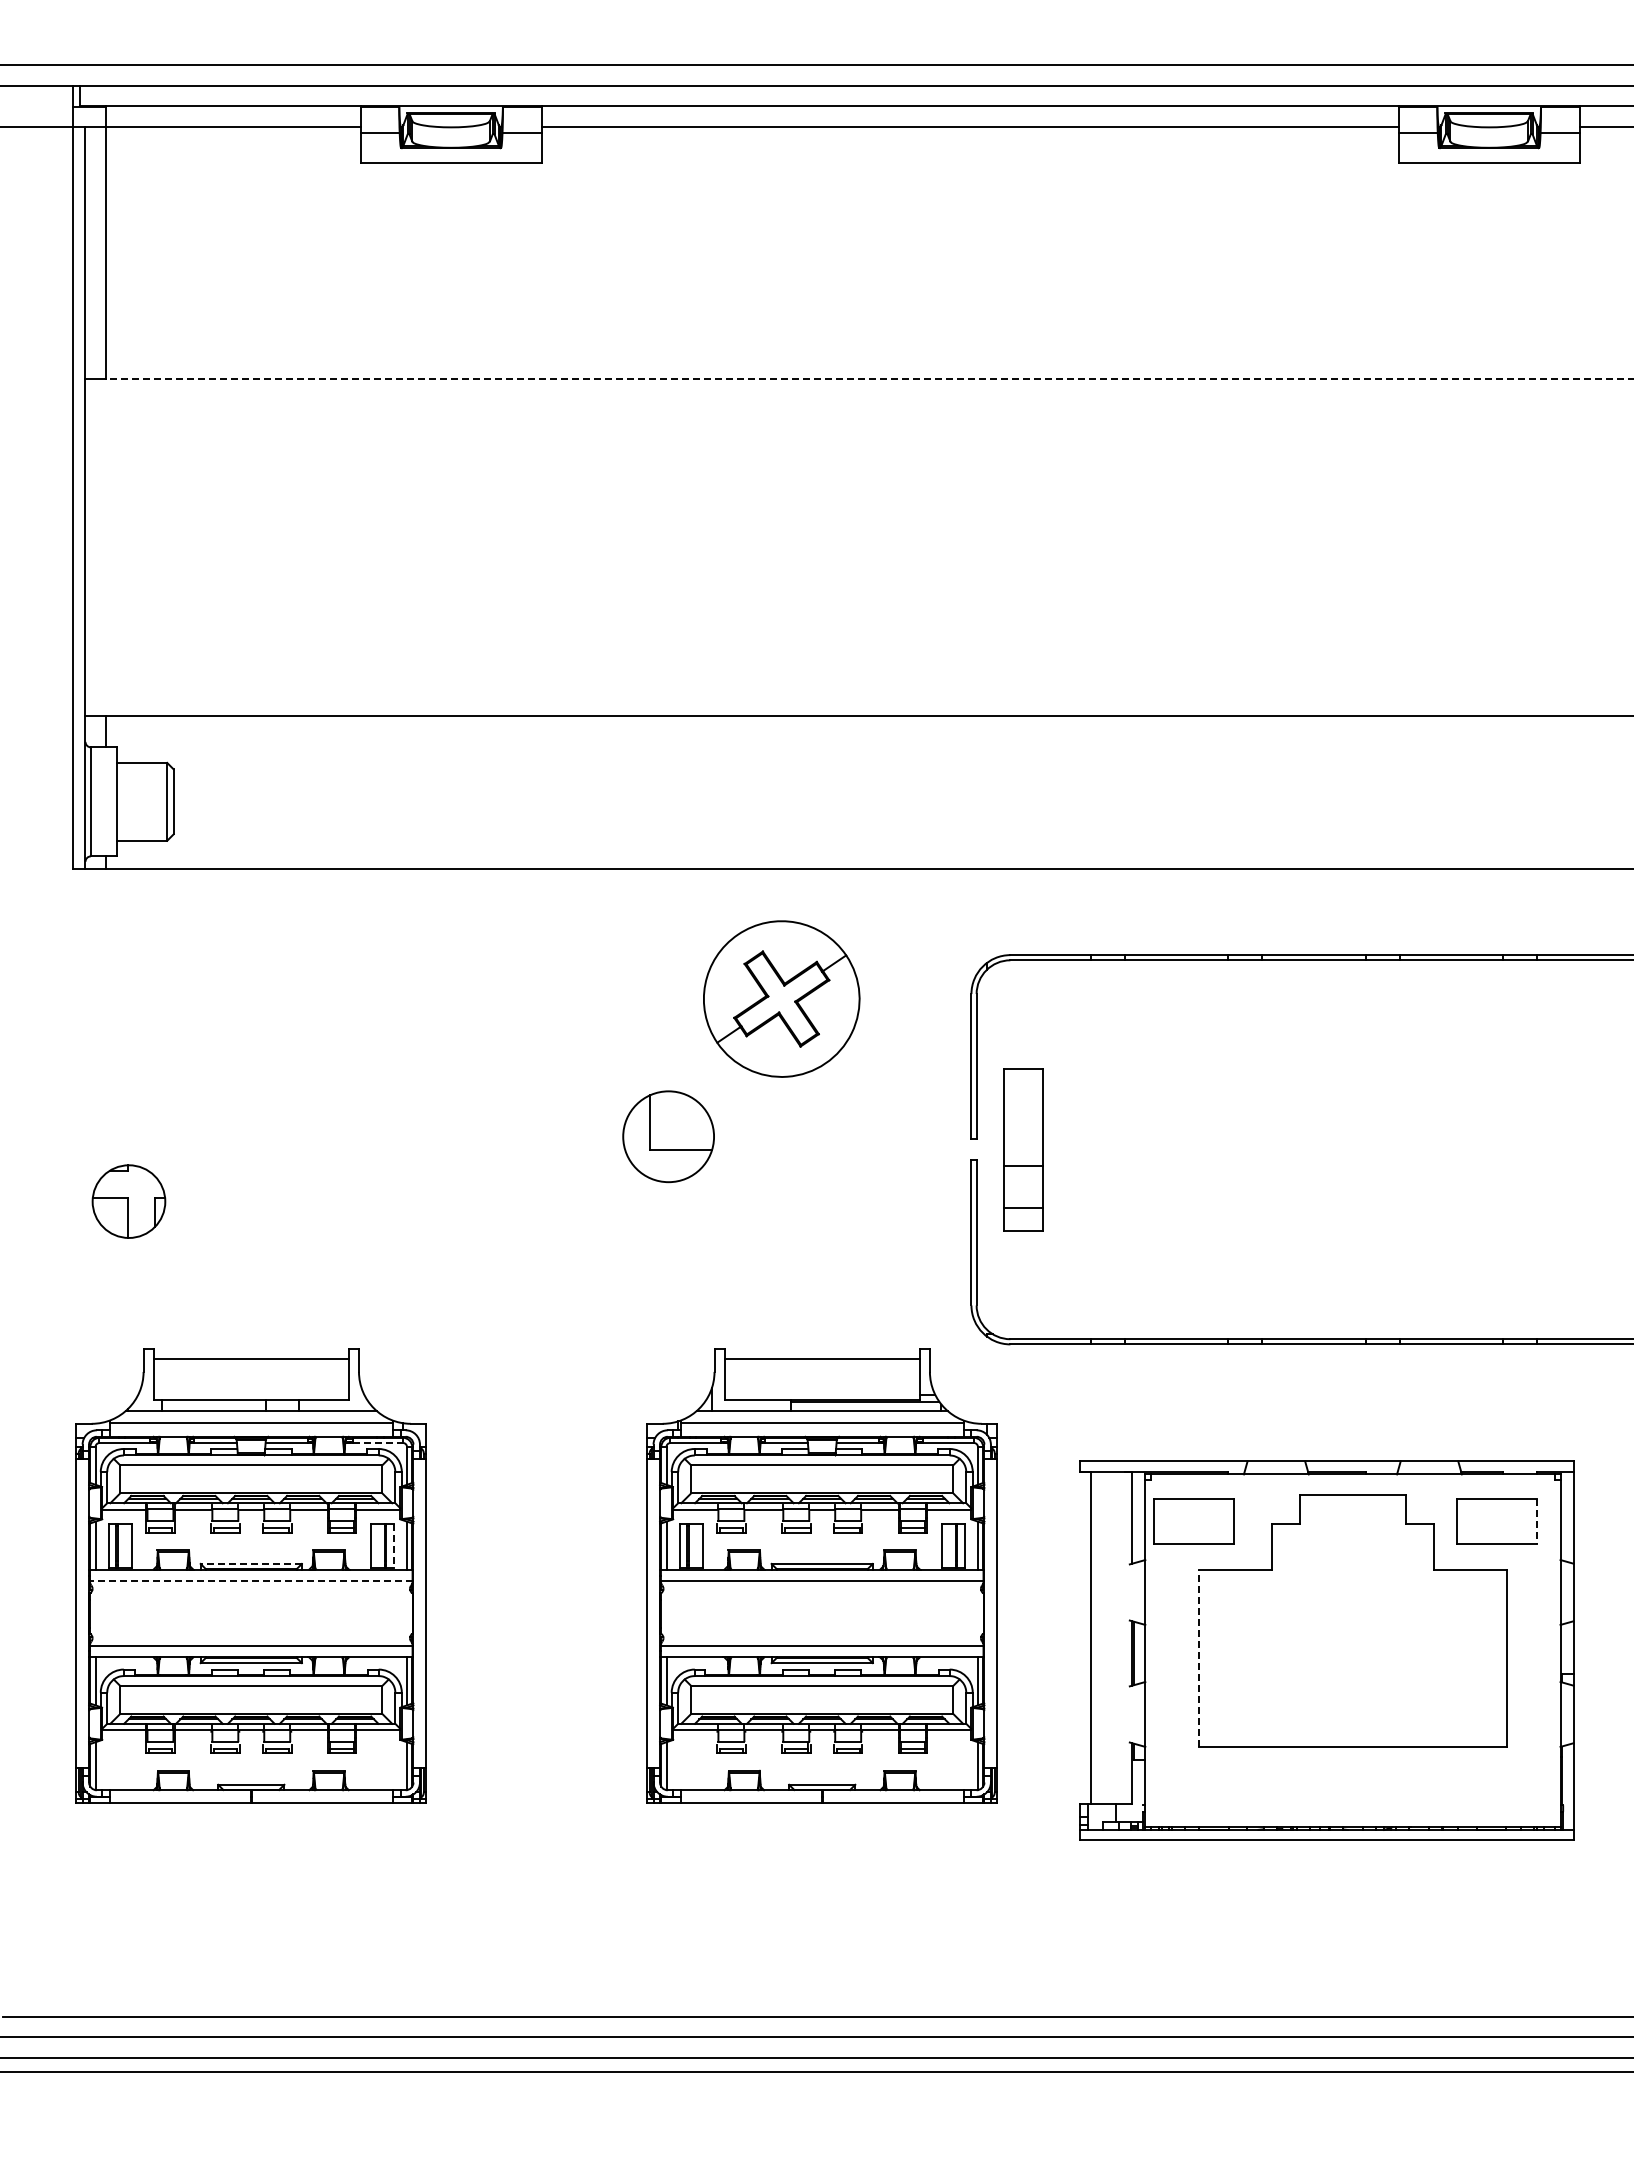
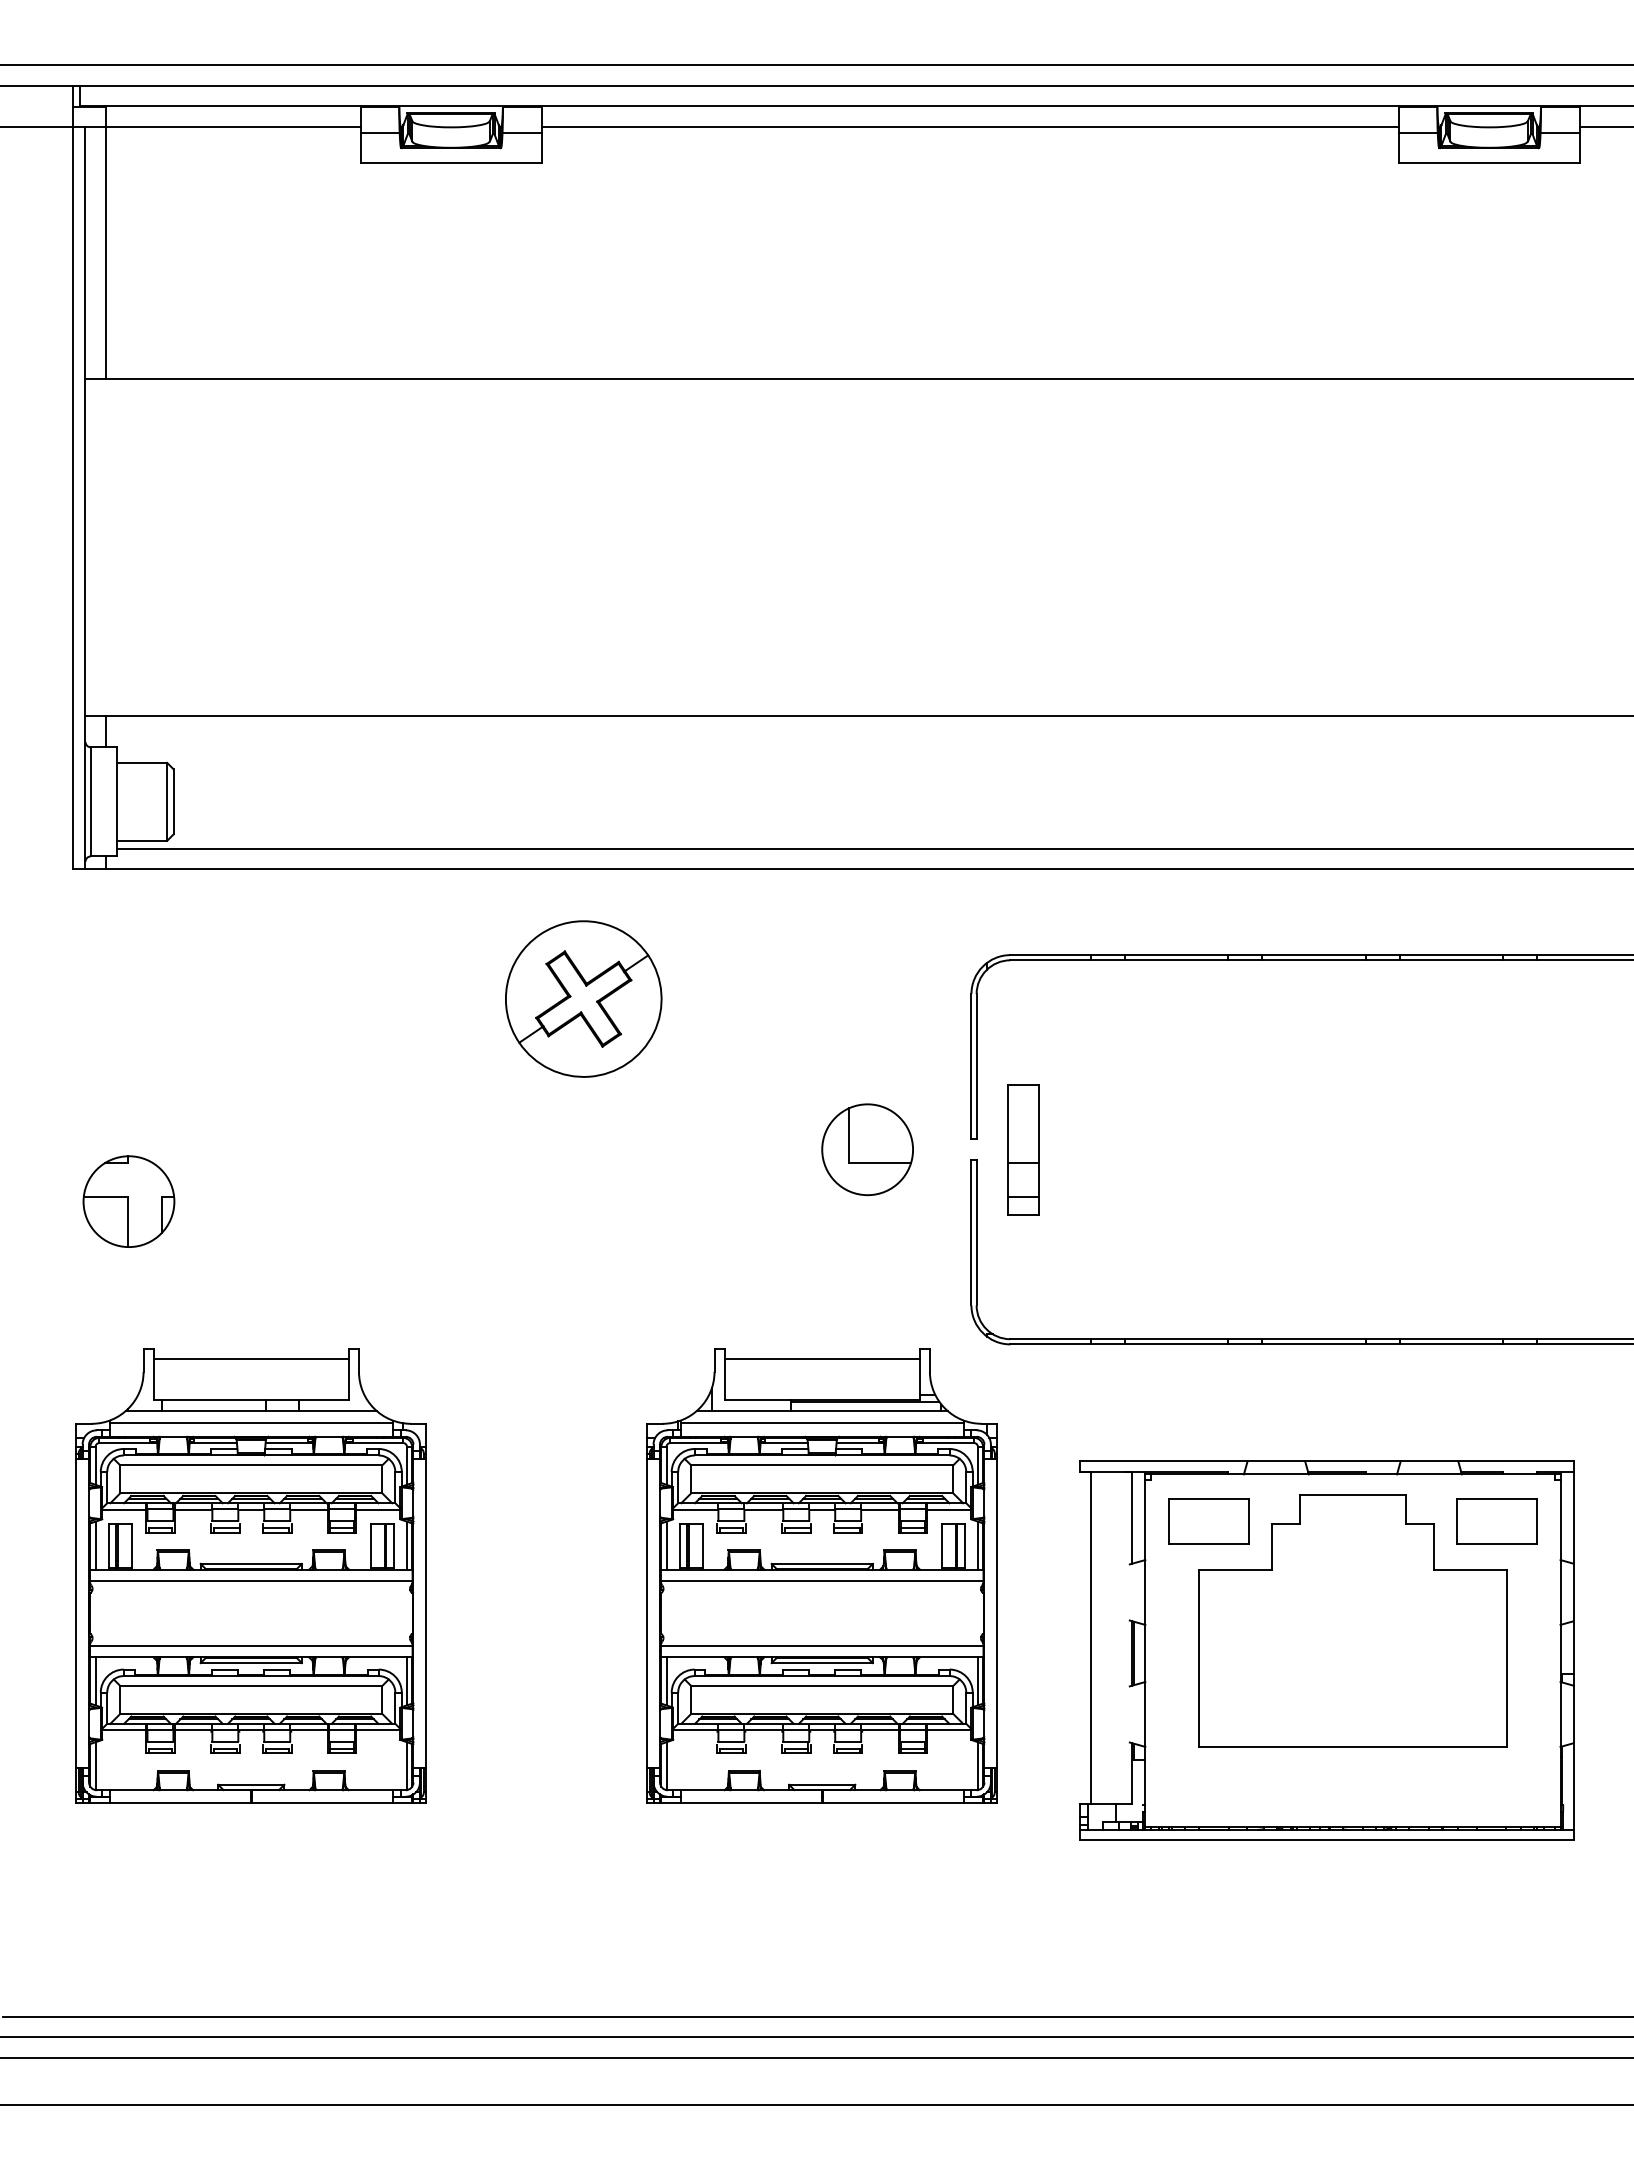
line at (870, 378): dashed -> solid
line at (873, 848): none -> present
part at (781, 998) position: (781, 998) -> (583, 998)
part at (668, 1136) position: (668, 1136) -> (867, 1149)
part at (1023, 1149) size: 41x164 px -> 33x132 px
part at (128, 1201) size: 76x75 px -> 94x93 px
line at (378, 1443): dashed -> solid
part at (1193, 1521) position: (1193, 1521) -> (1208, 1521)
line at (1537, 1521): dashed -> solid
line at (394, 1546): dashed -> solid
line at (251, 1563): dashed -> solid
line at (250, 1581): dashed -> solid
line at (1199, 1658): dashed -> solid
line at (816, 2071) position: (816, 2071) -> (816, 2104)
